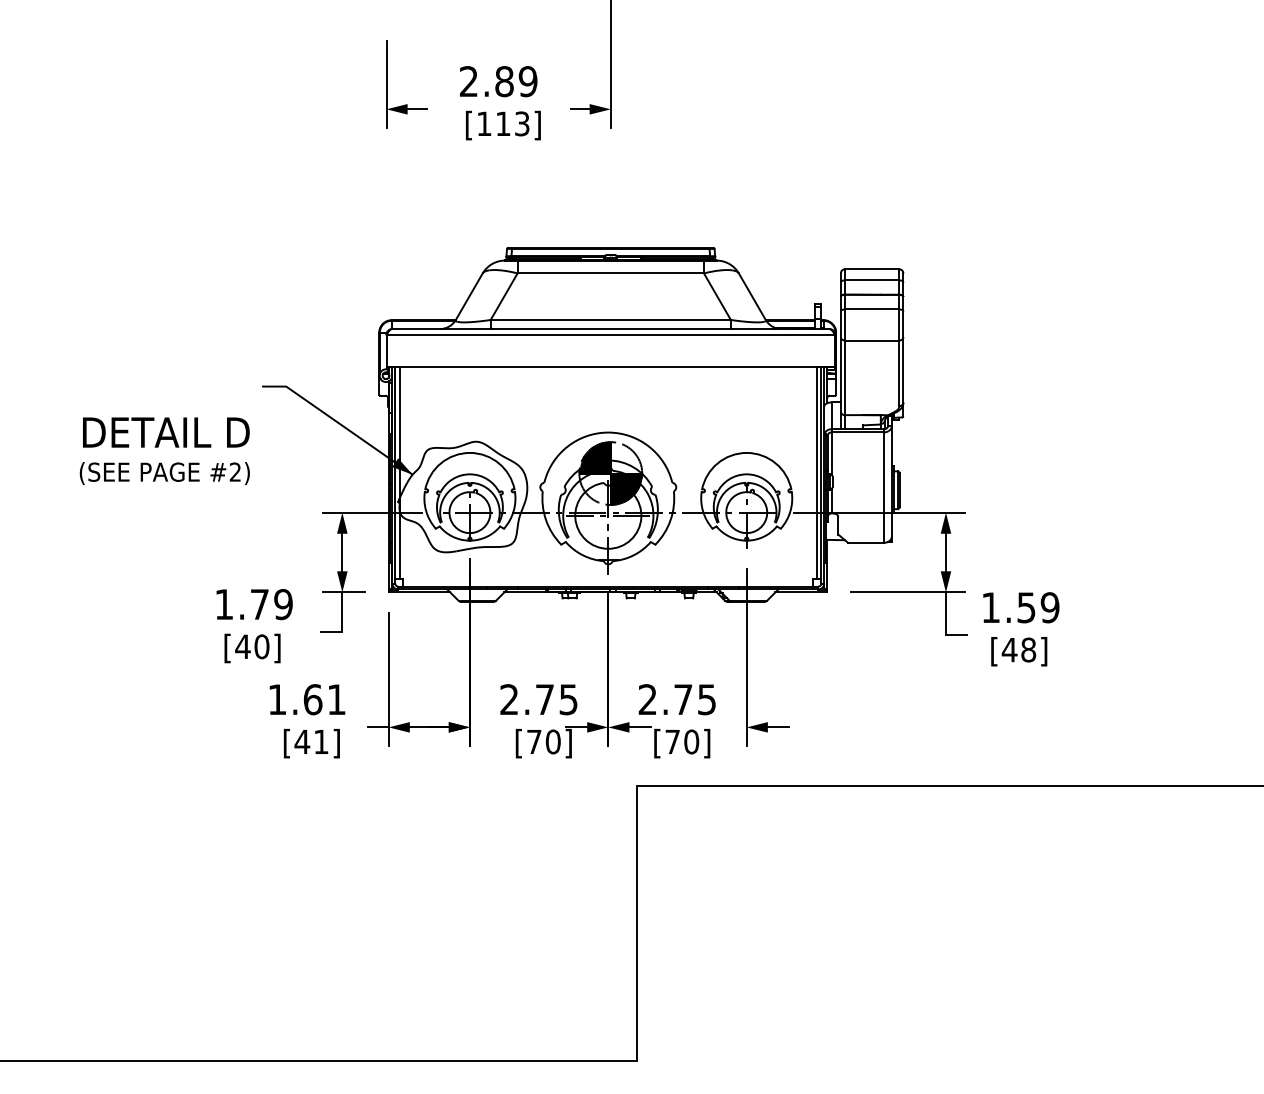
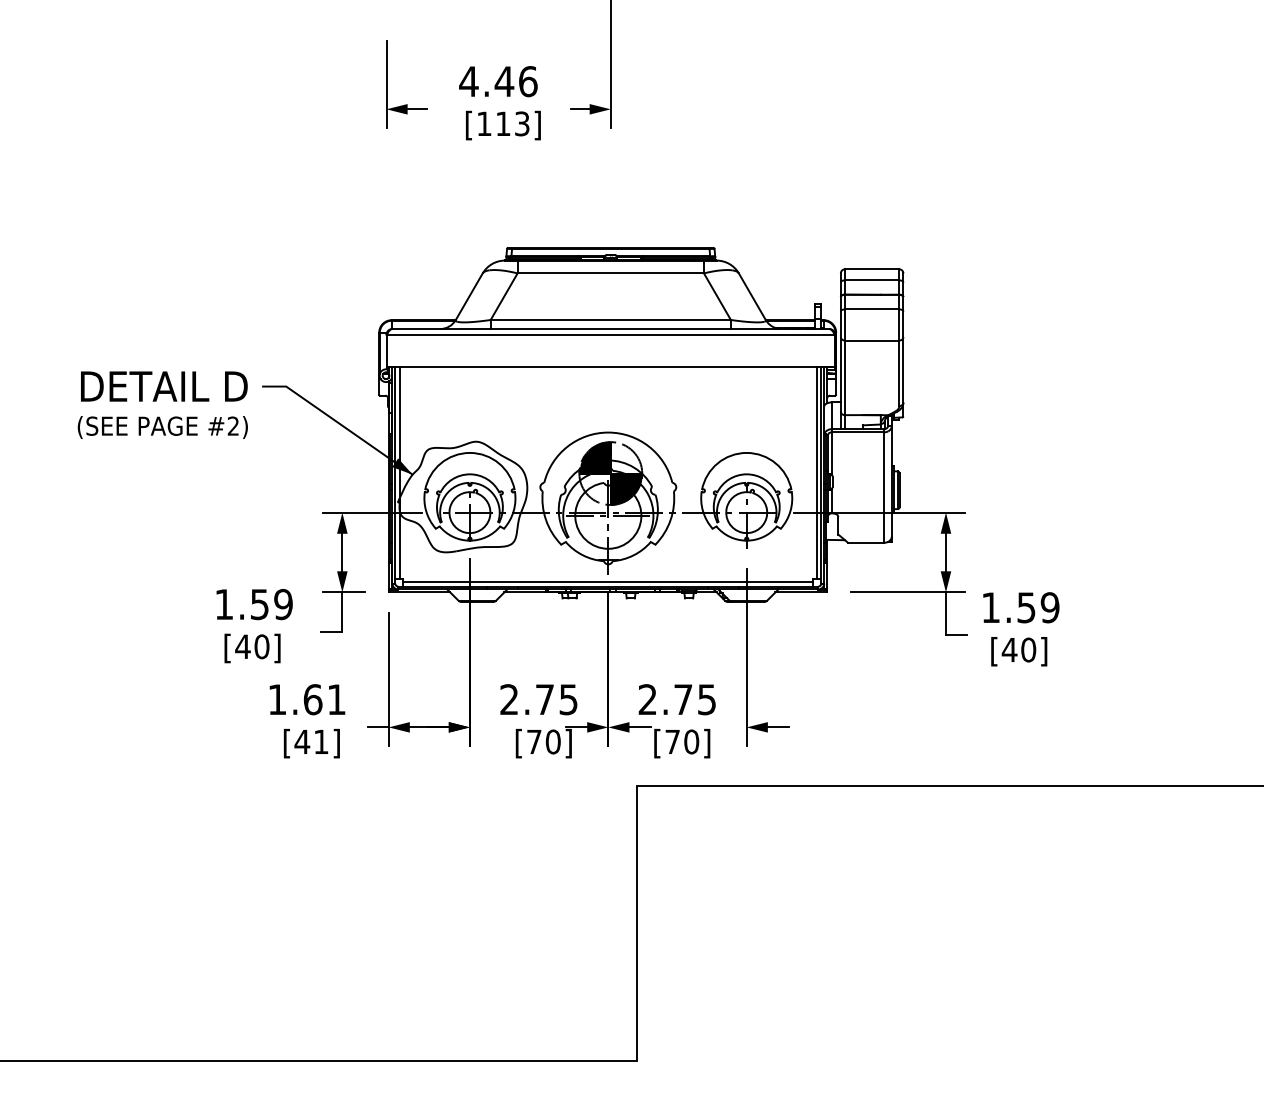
text at (498, 81): 2.89 -> 4.46
text at (164, 450) position: (164, 450) -> (162, 404)
line at (608, 582): none -> present
text at (259, 604): 1.79 -> 1.59
text at (1028, 650): [48] -> [40]
